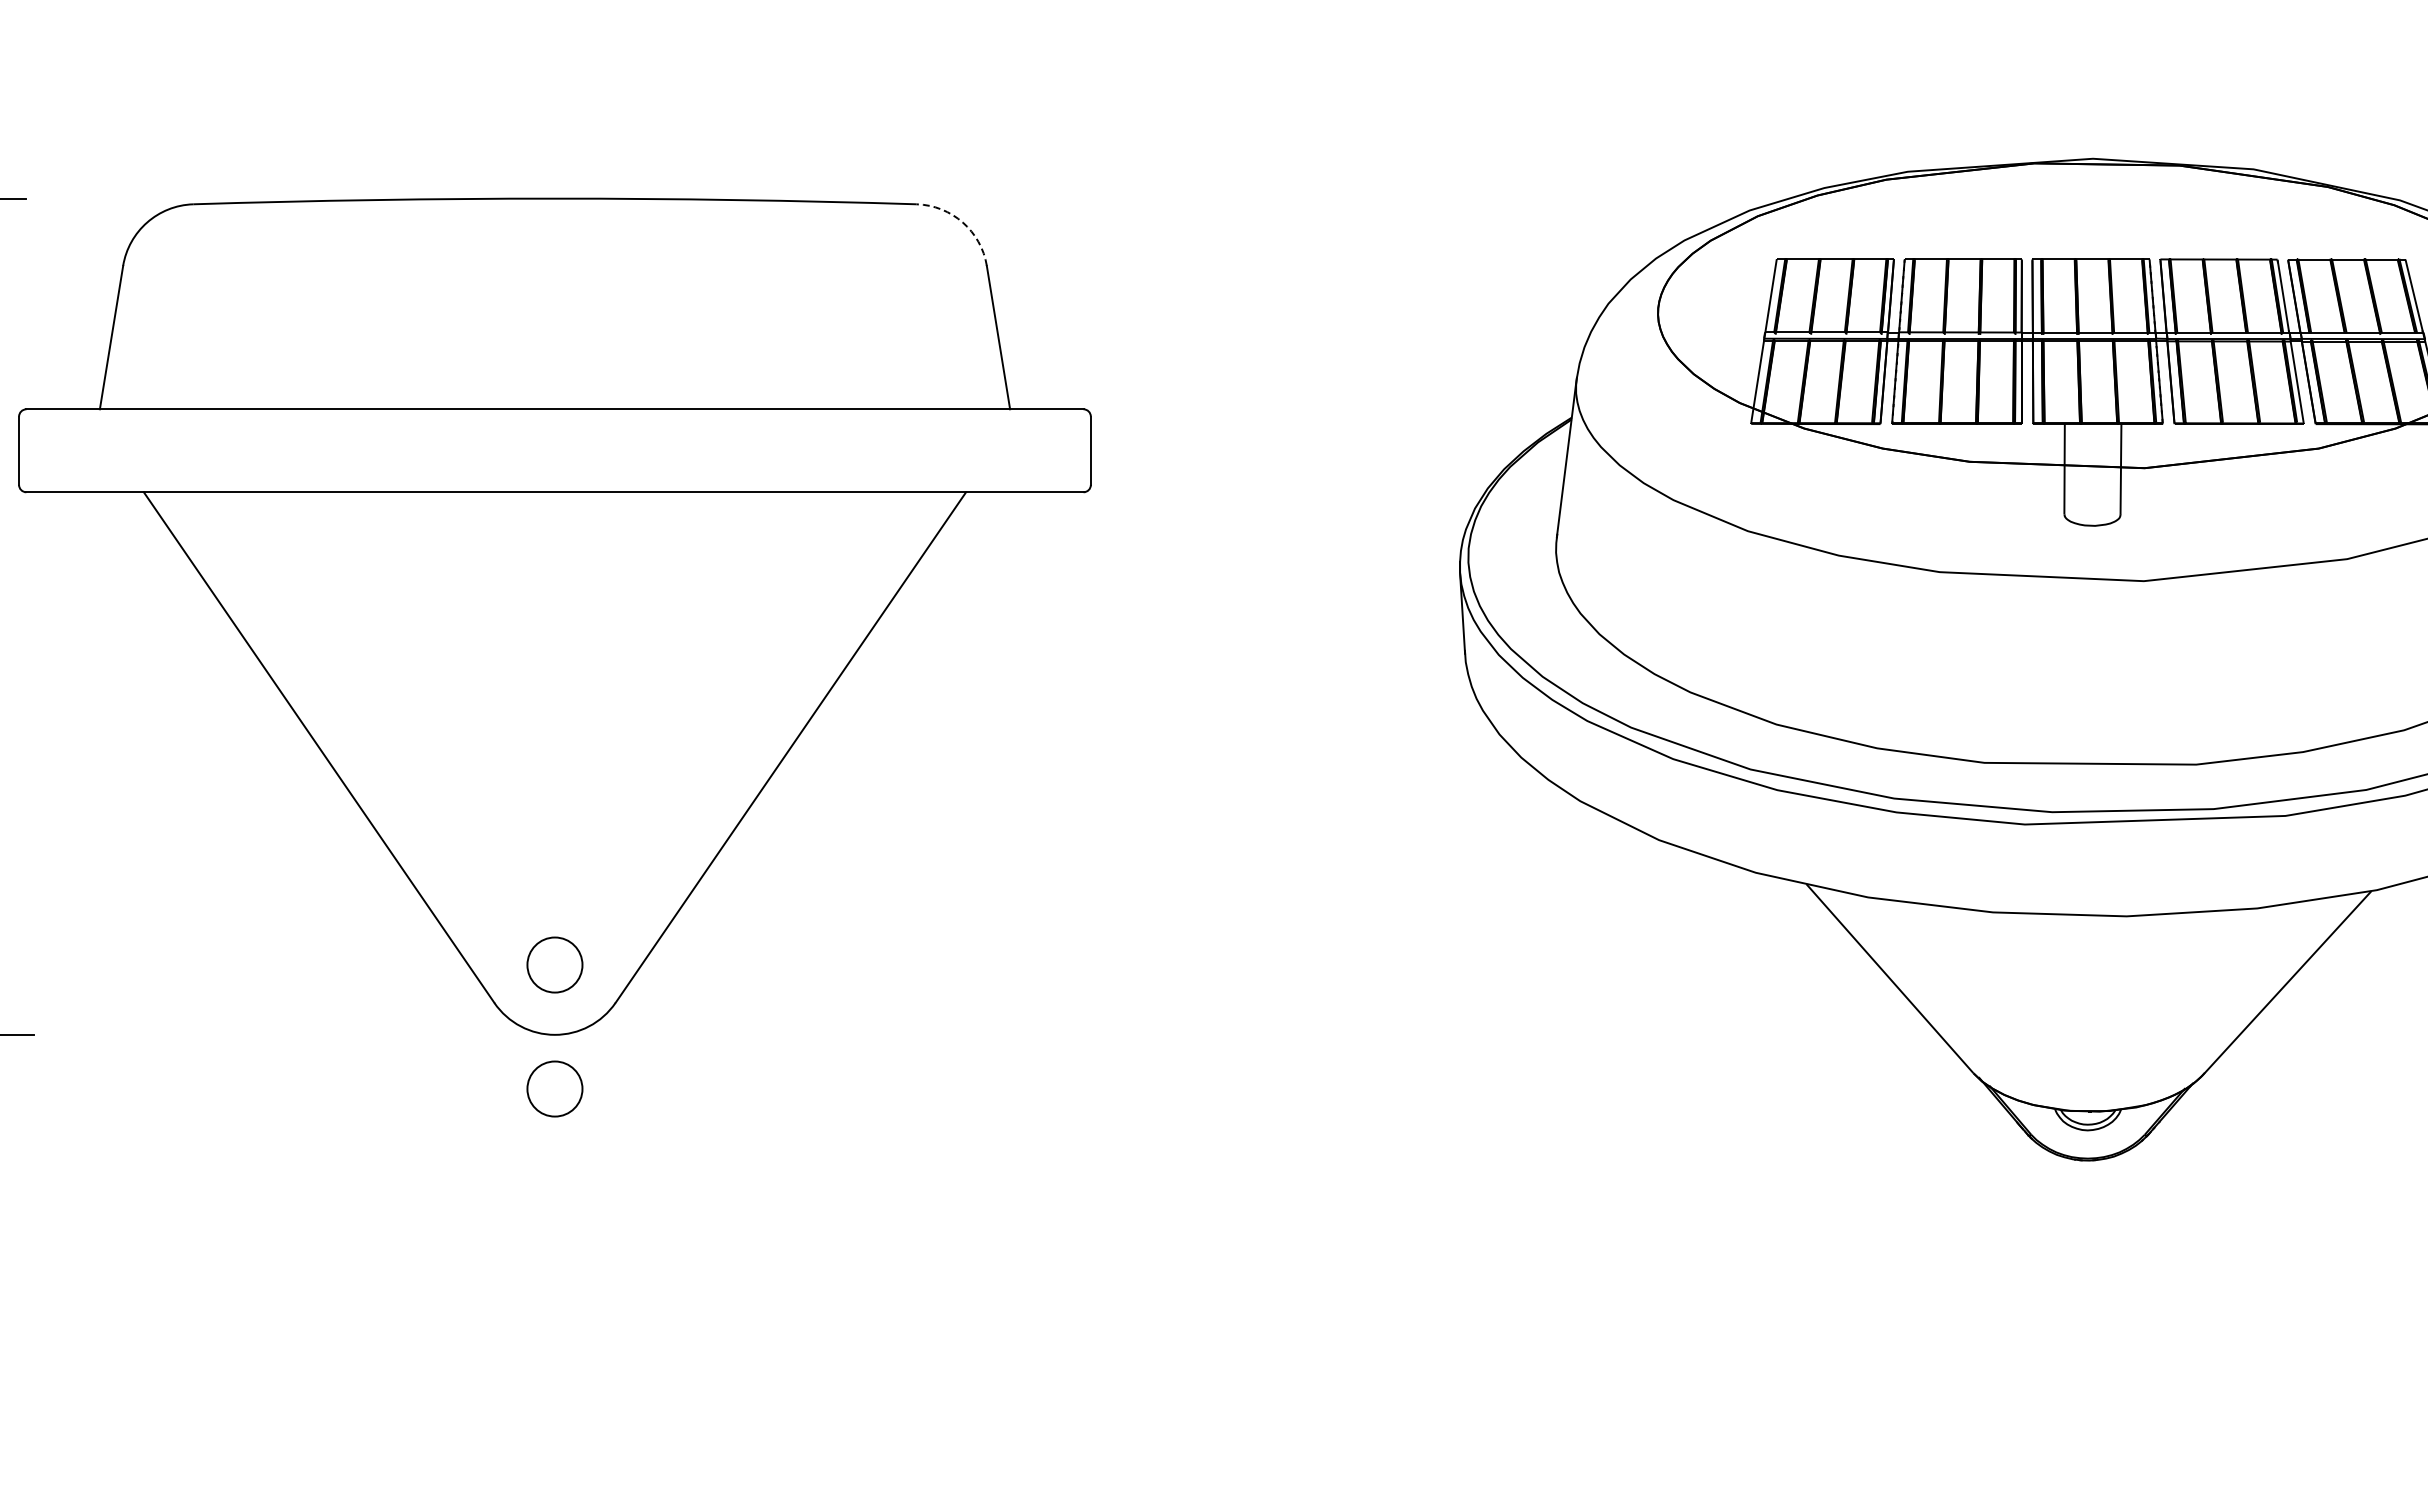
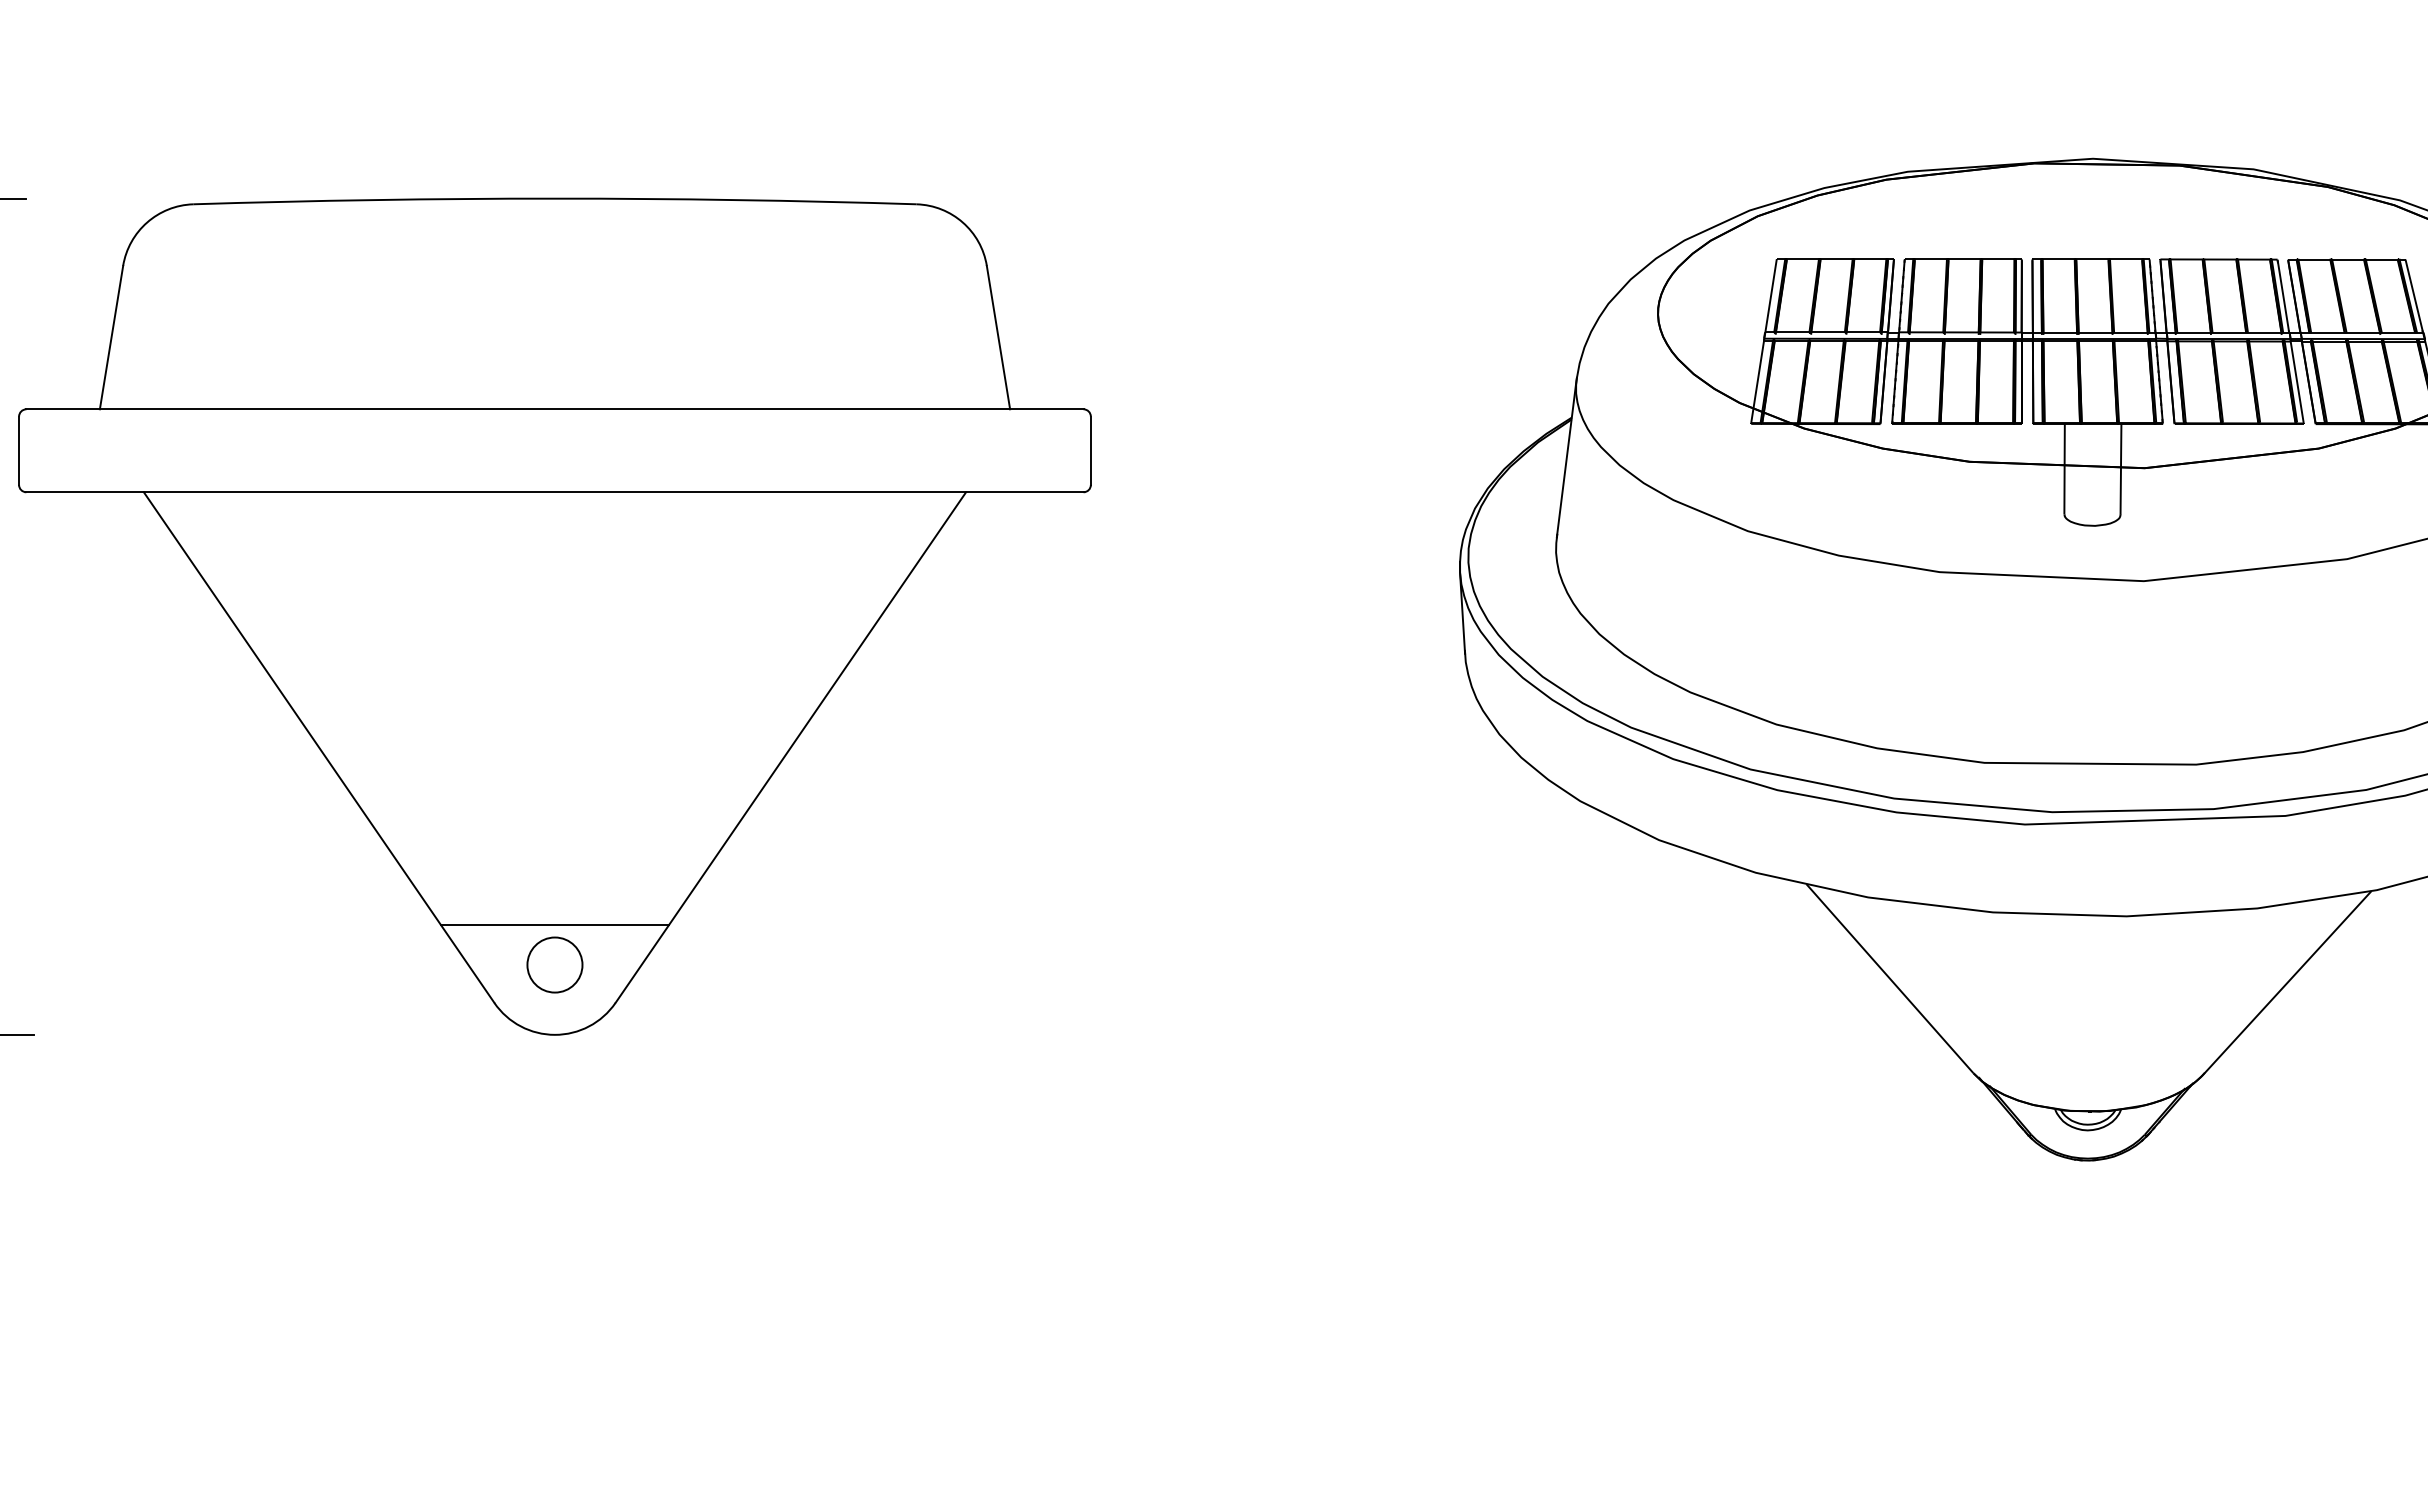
arc at (962, 222): dashed -> solid
line at (554, 925): none -> present
circle at (554, 1088): present -> none
